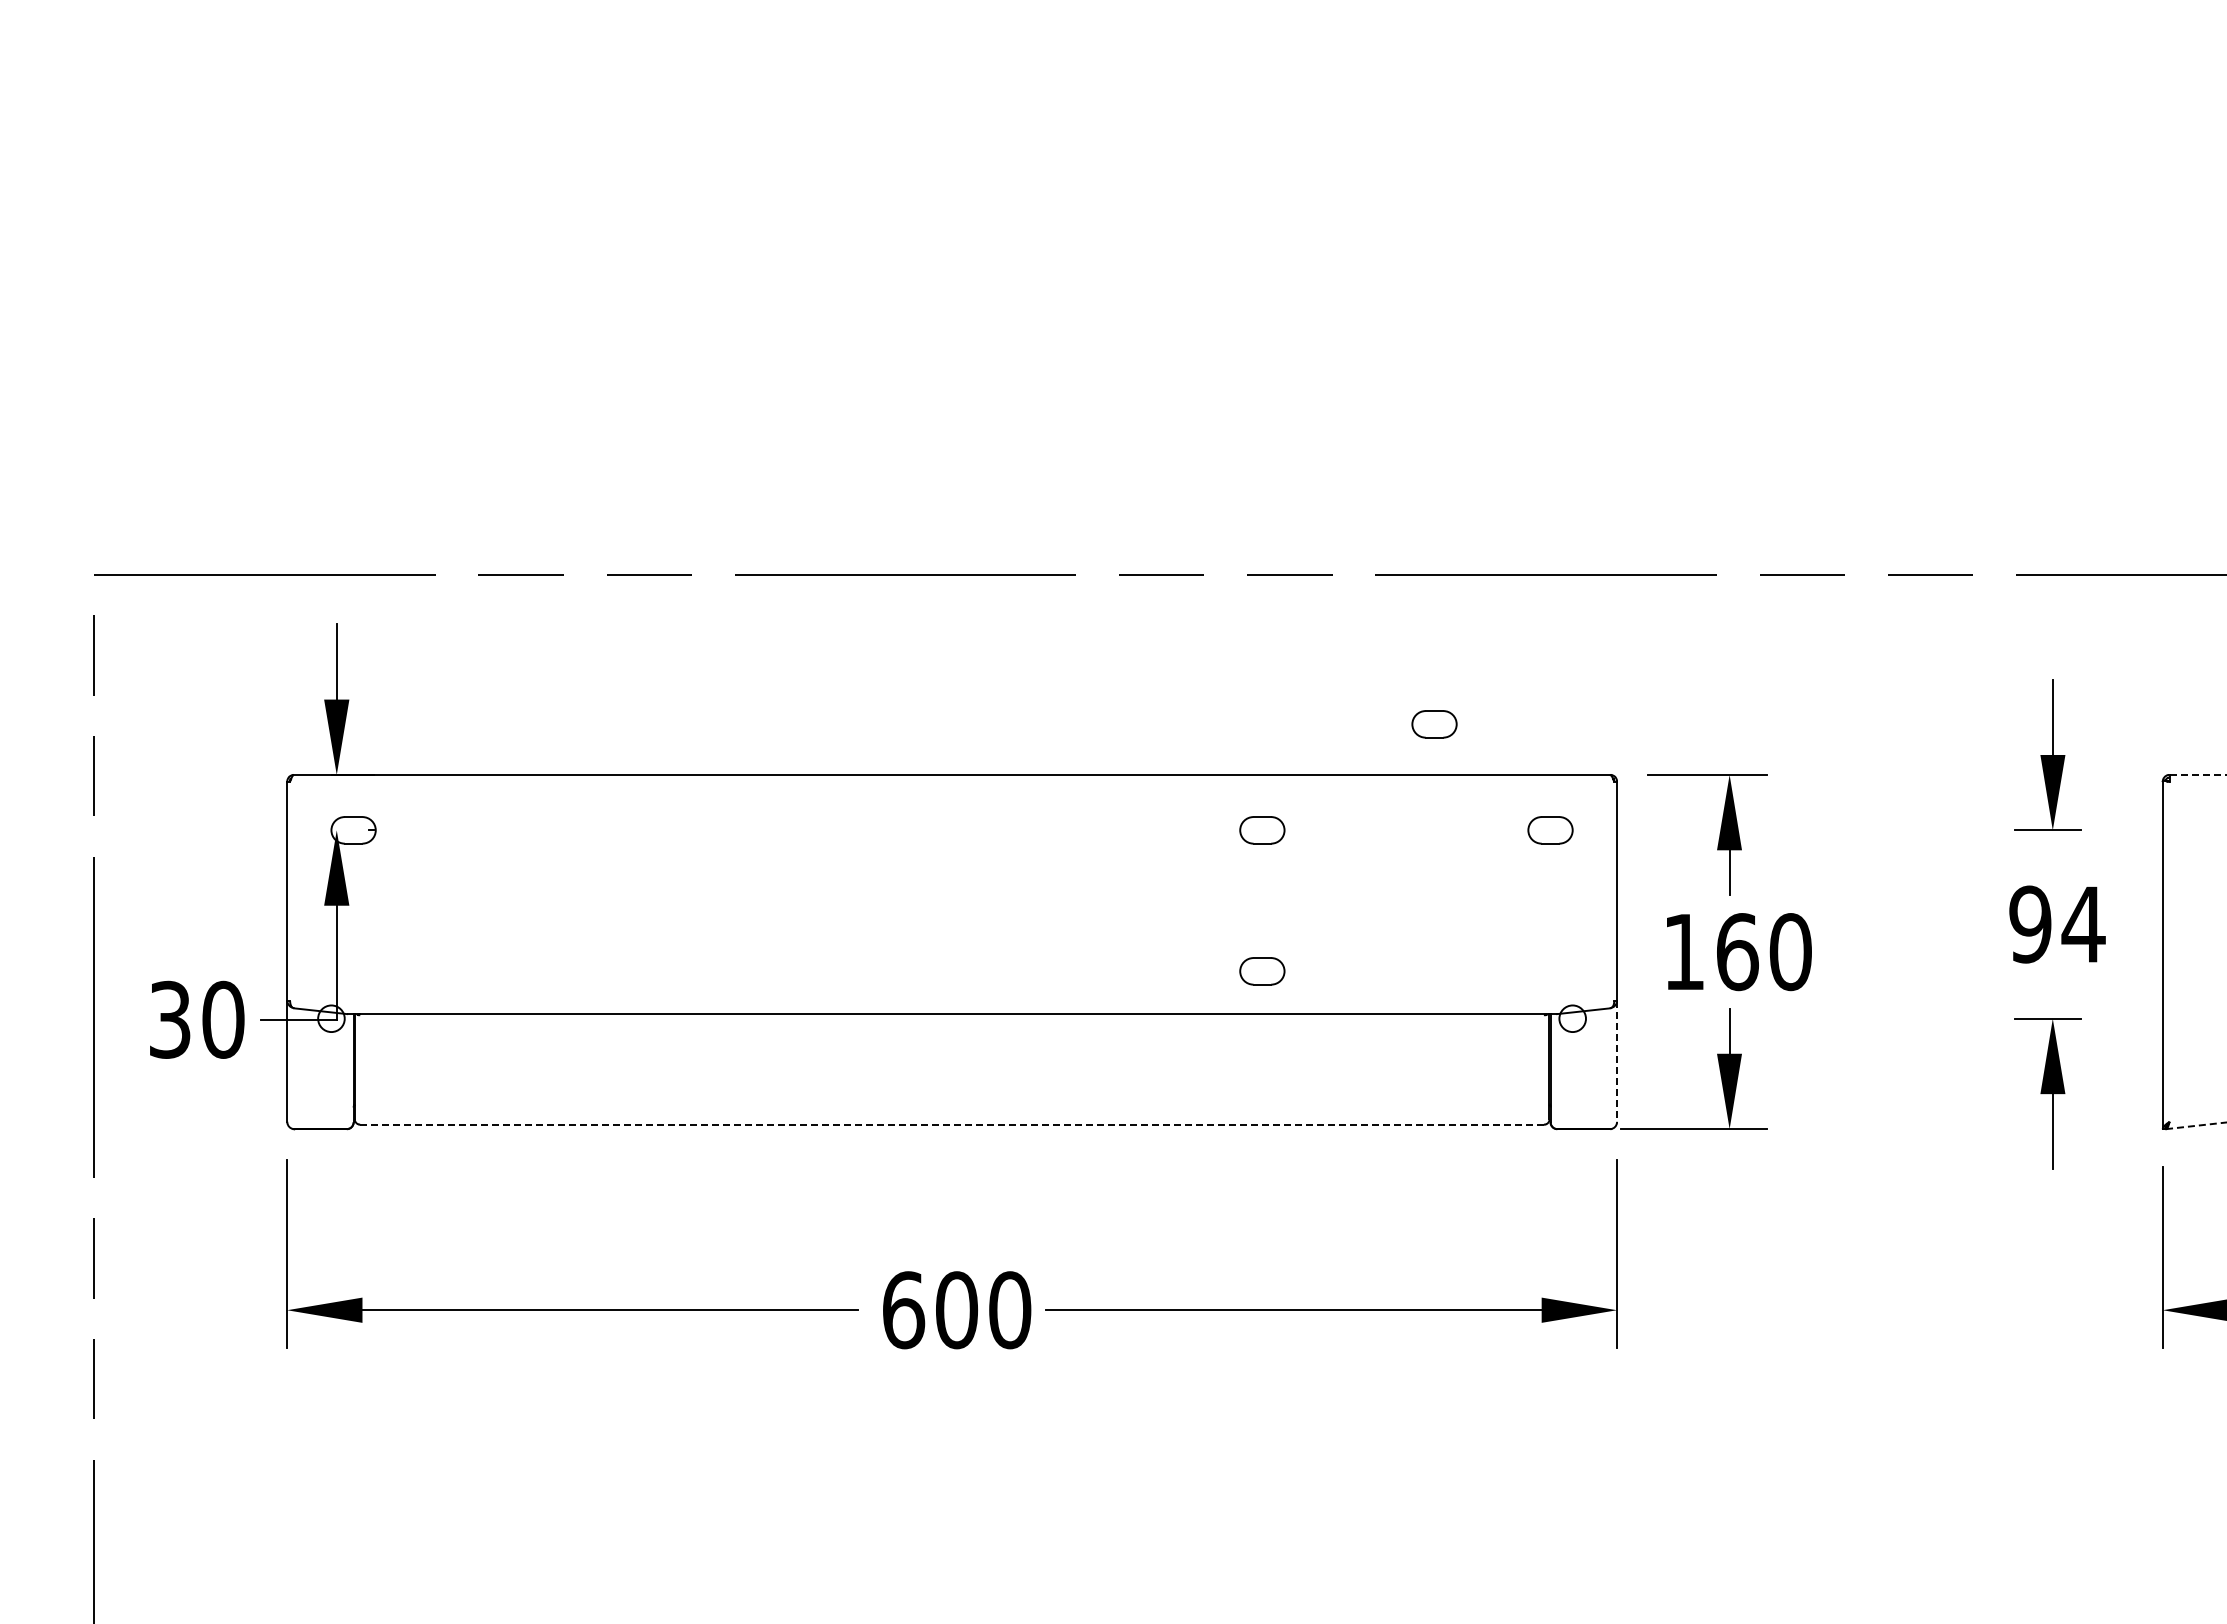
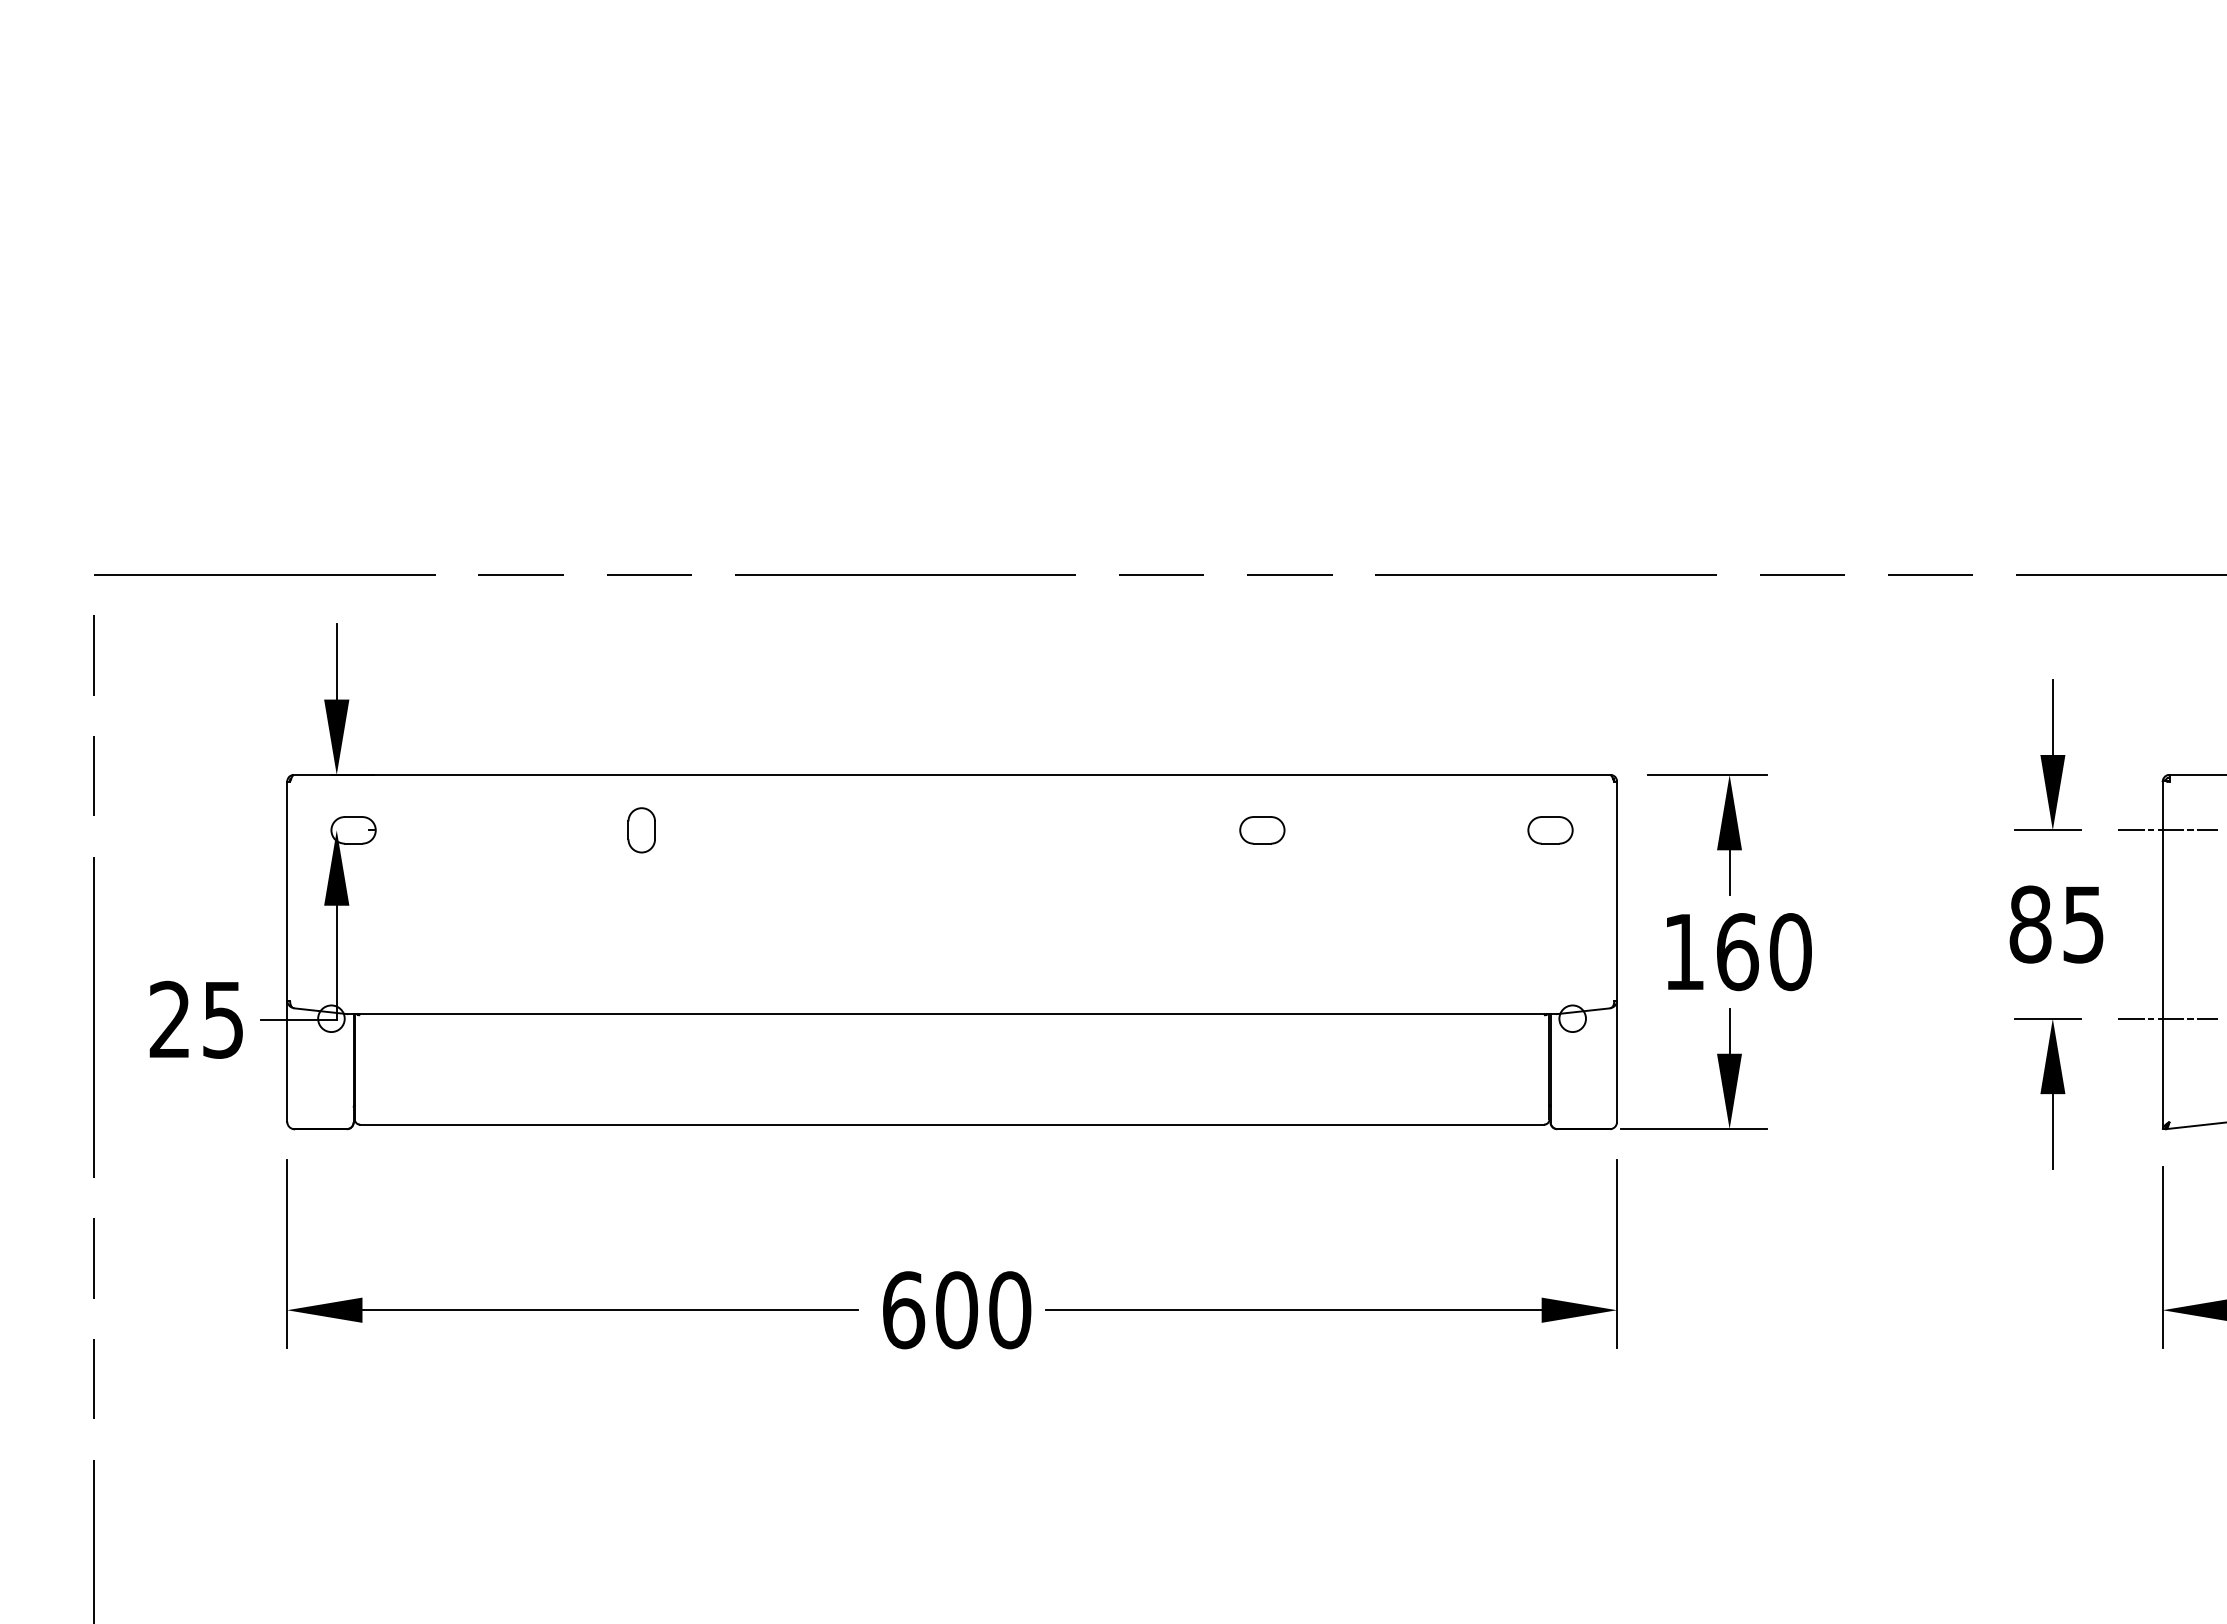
part at (1434, 724): present -> none
line at (2198, 774): dashed -> solid
part at (641, 830): none -> present
line at (2168, 830): none -> present
text at (2057, 924): 94 -> 85
part at (1262, 971): present -> none
line at (2168, 1018): none -> present
text at (196, 1019): 30 -> 25
line at (1617, 1062): dashed -> solid
line at (952, 1124): dashed -> solid
line at (2196, 1125): dashed -> solid
